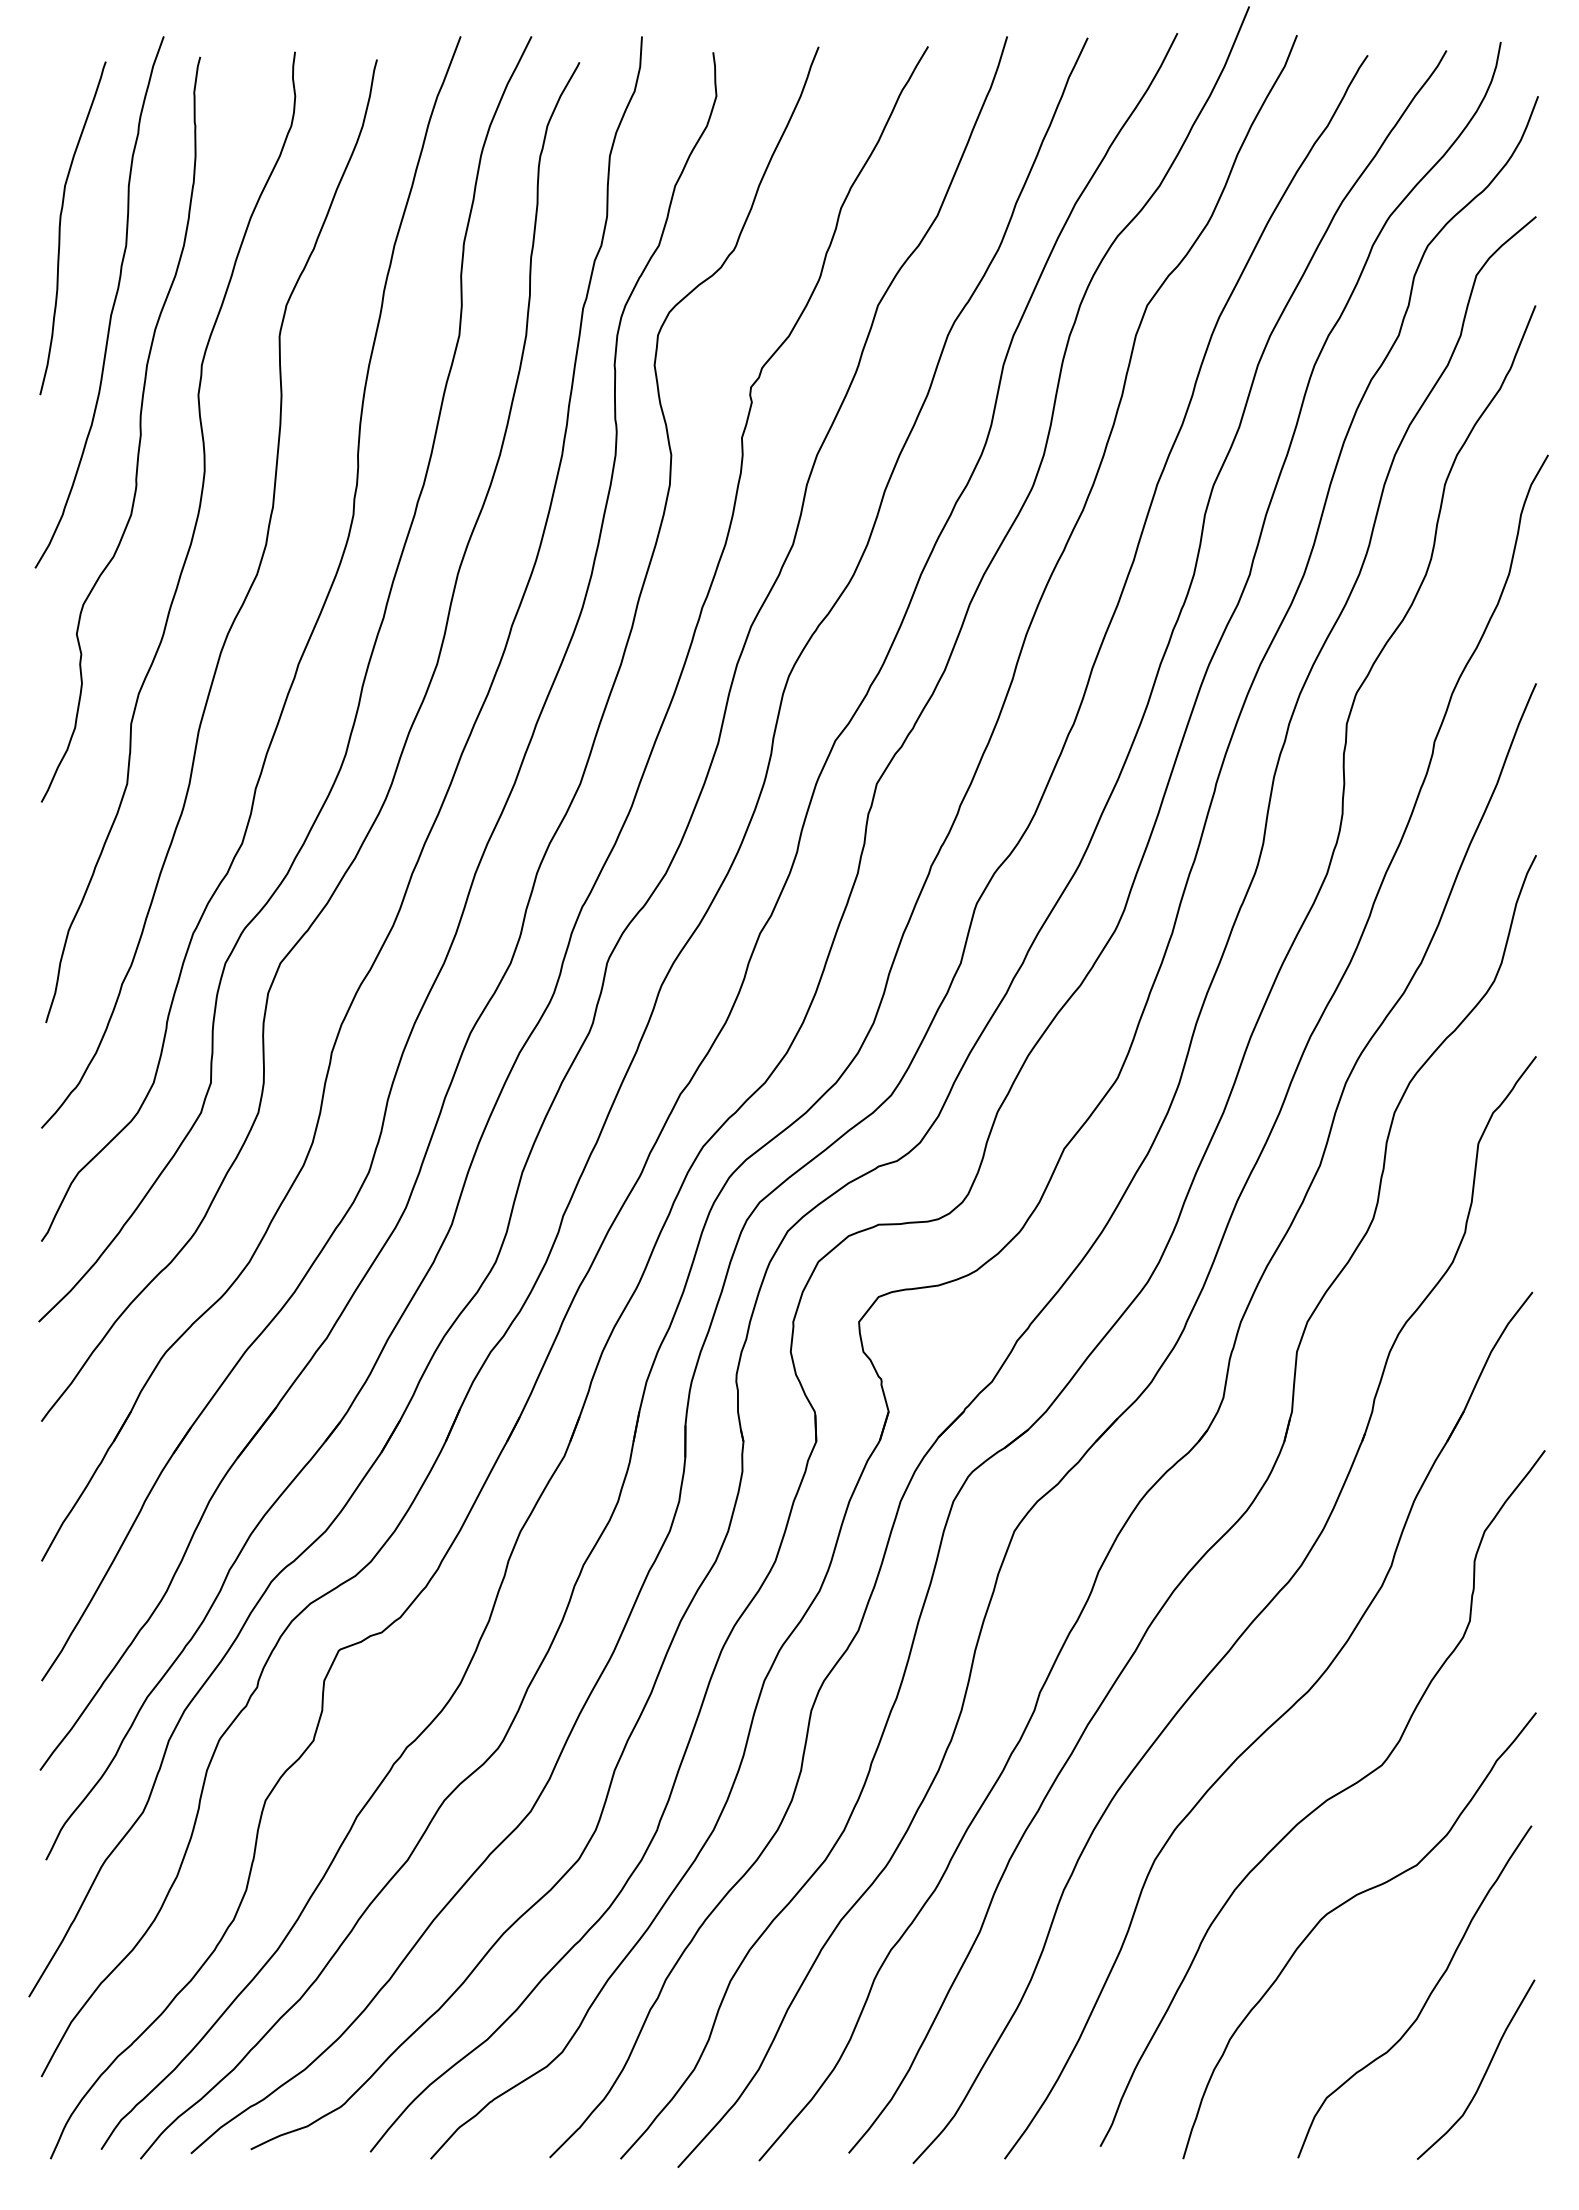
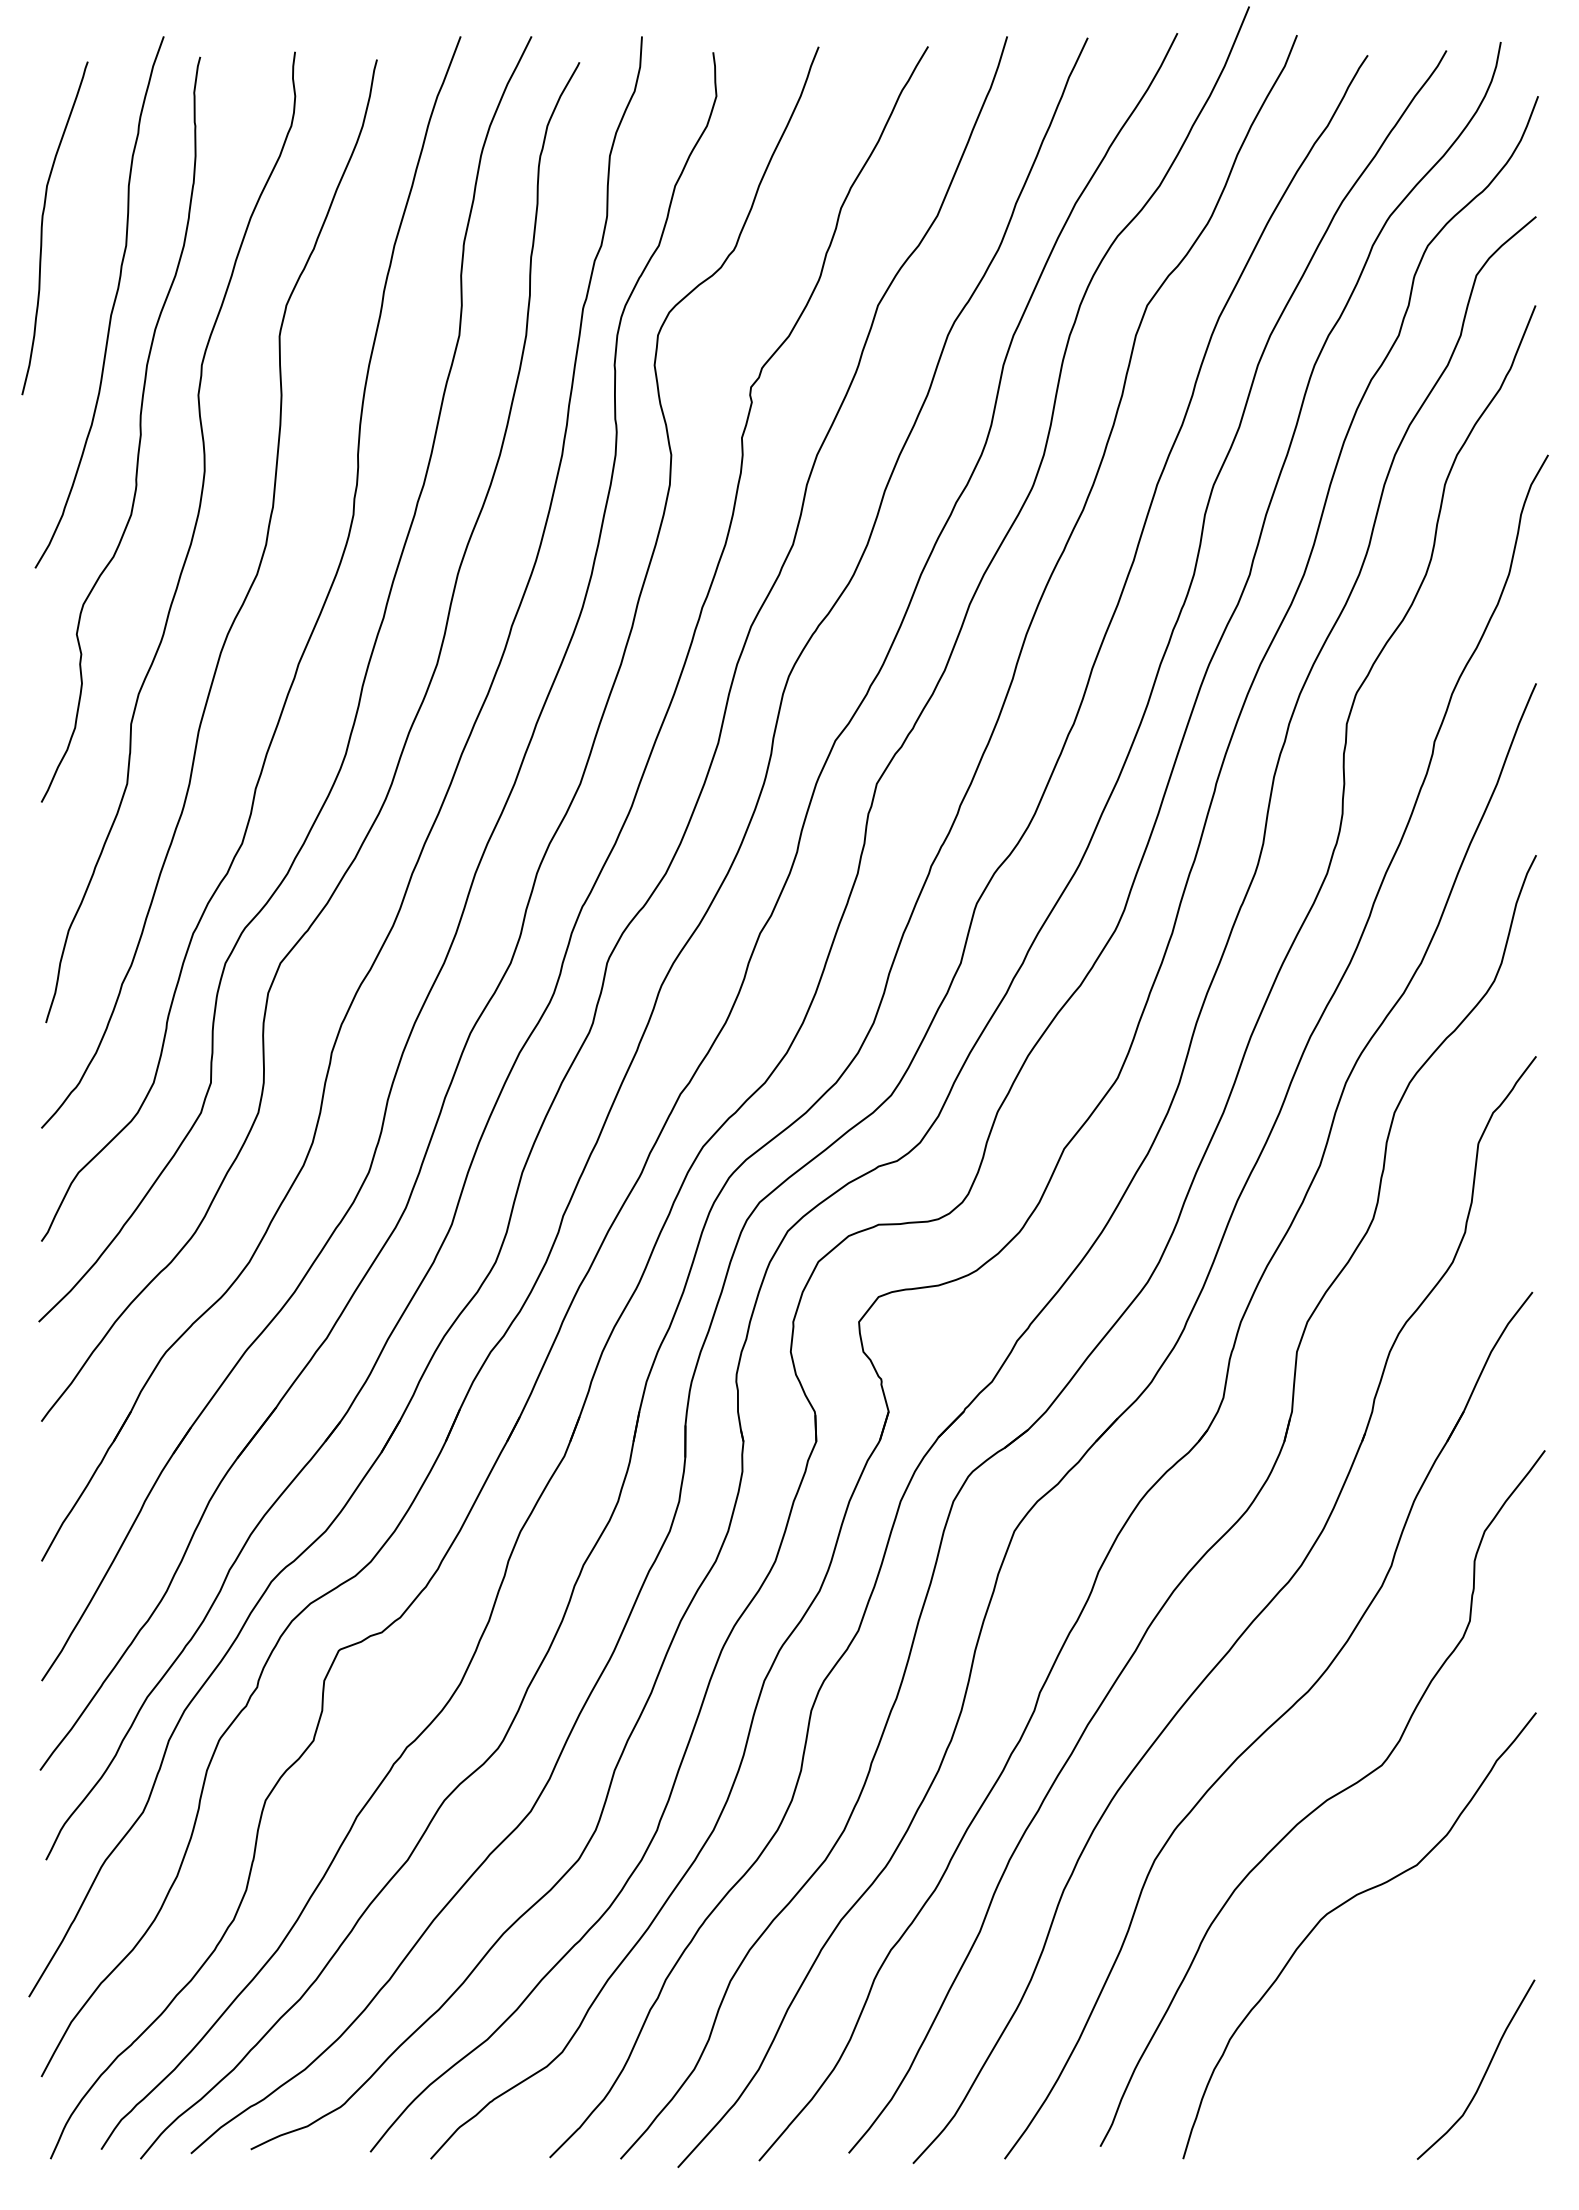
curve at (60, 228) position: (60, 228) -> (42, 228)
curve at (1427, 1997): present -> none
